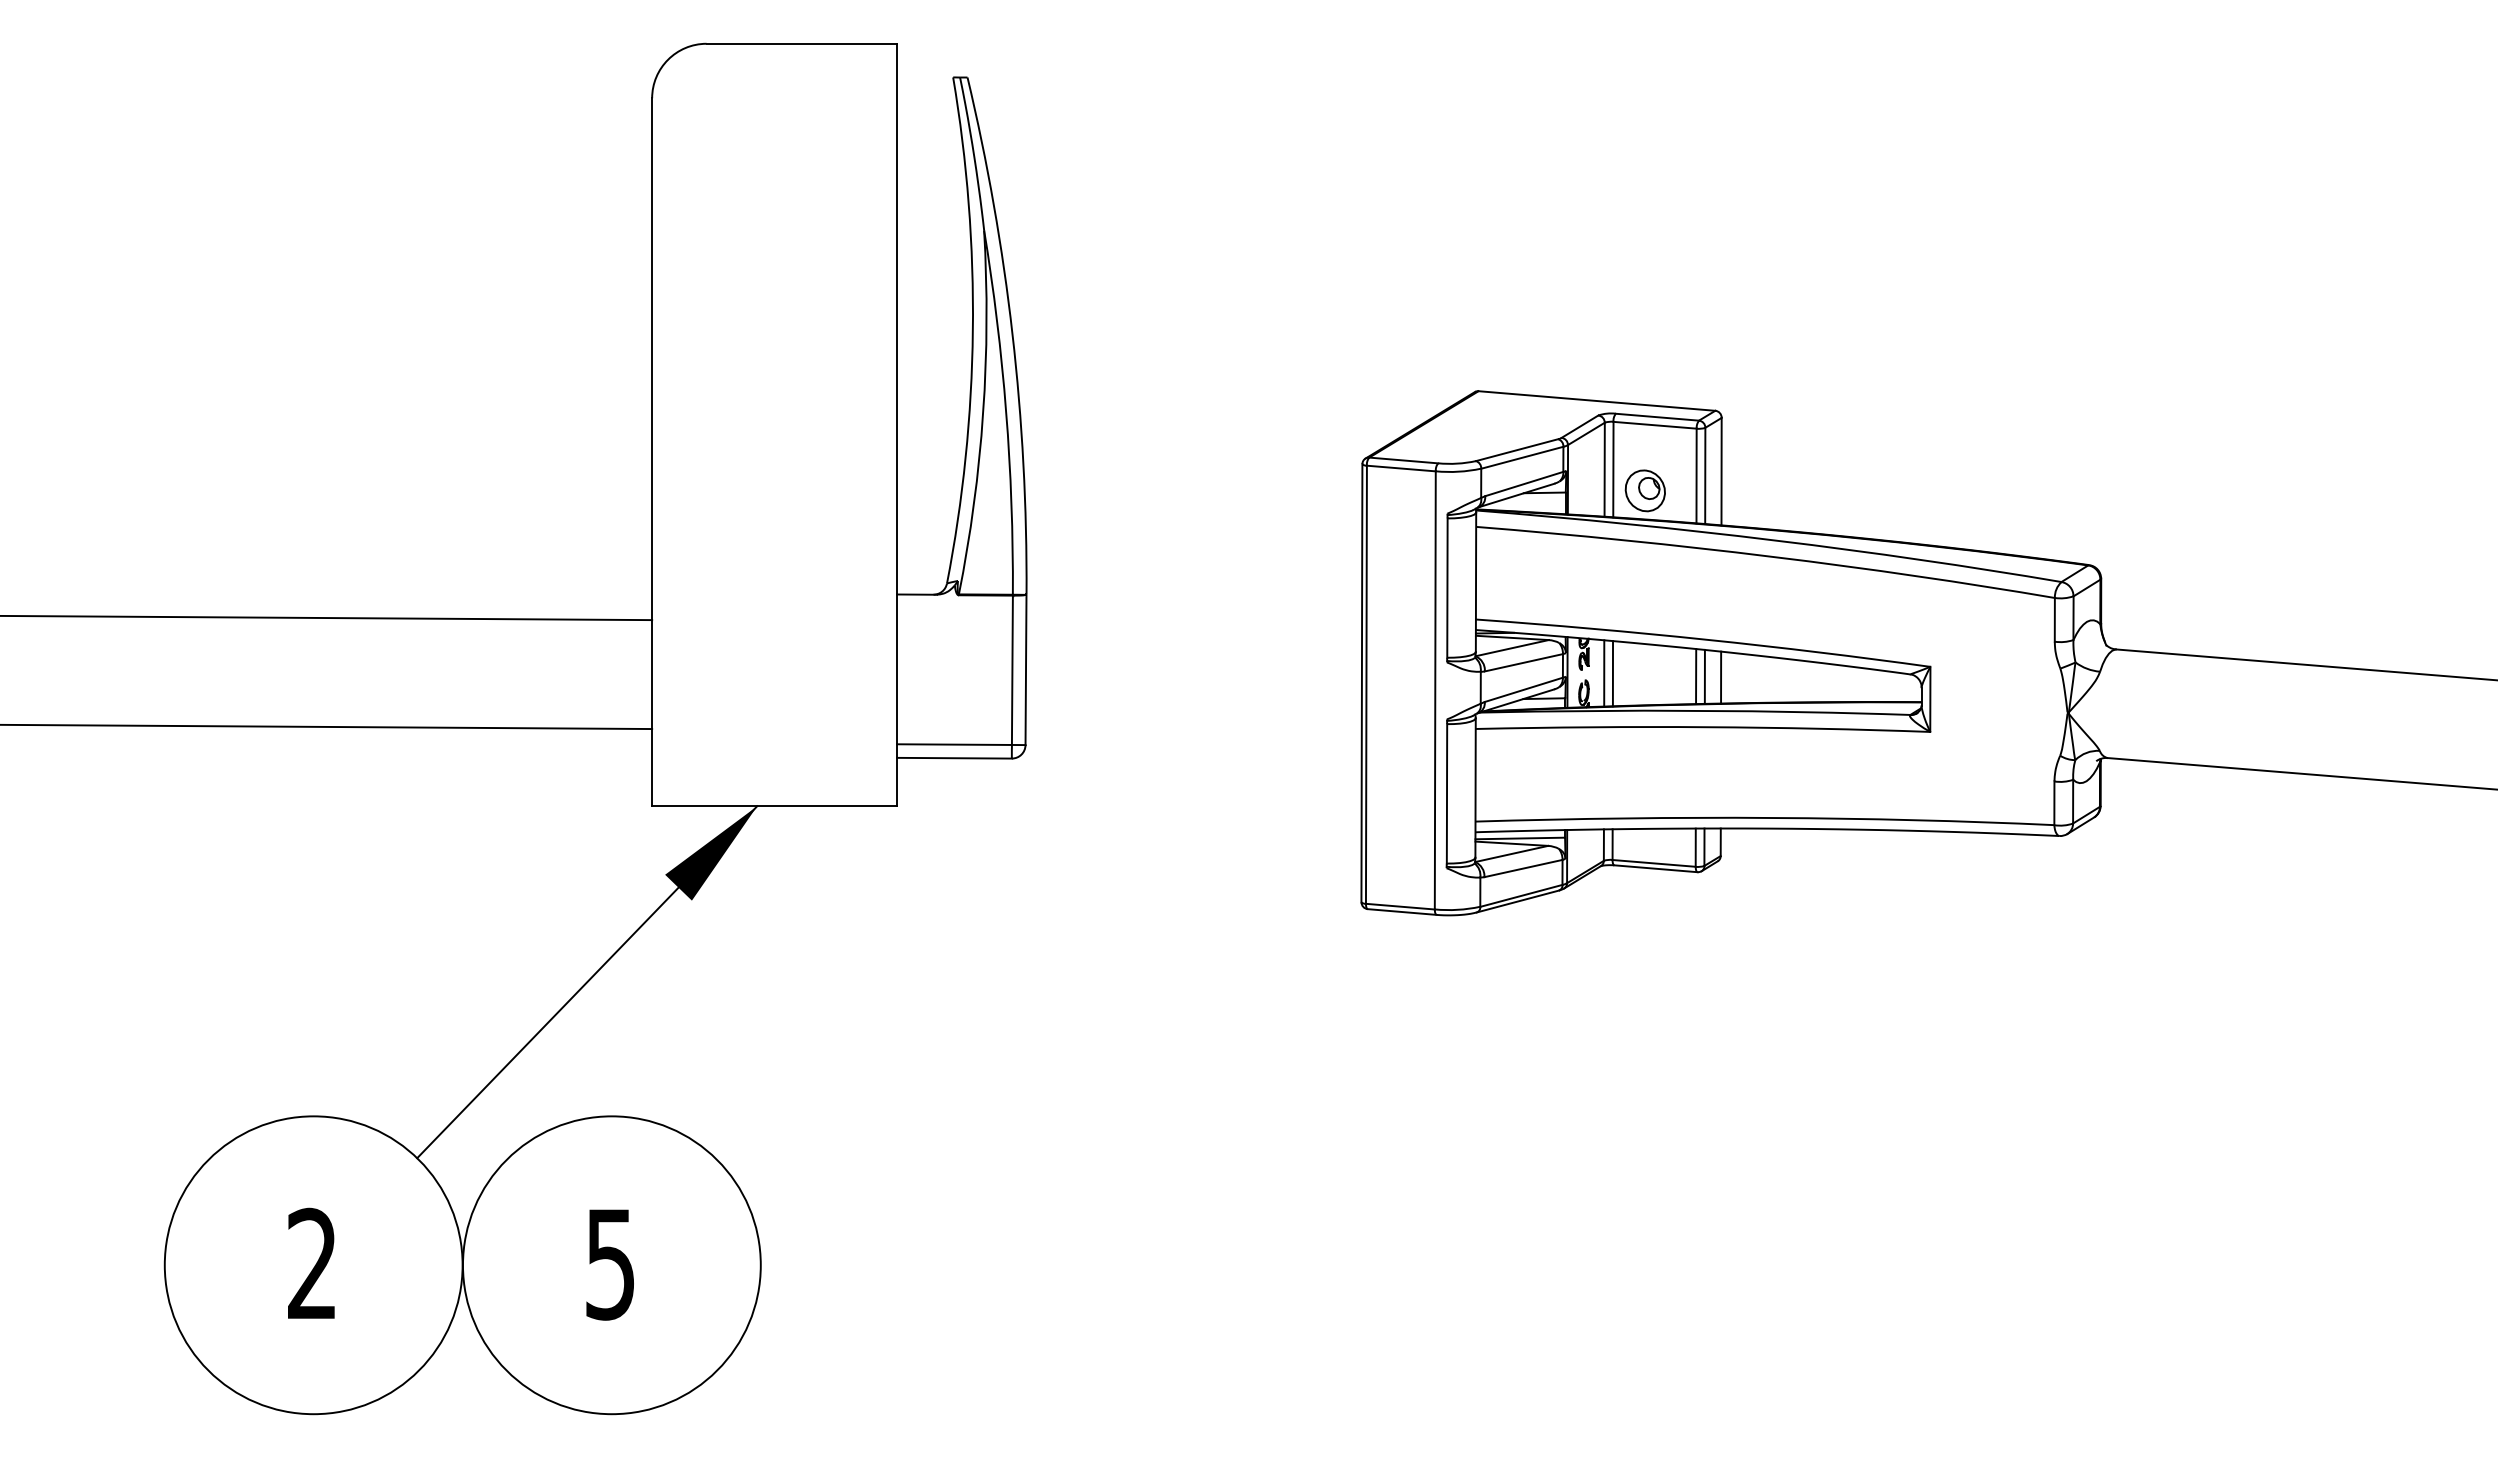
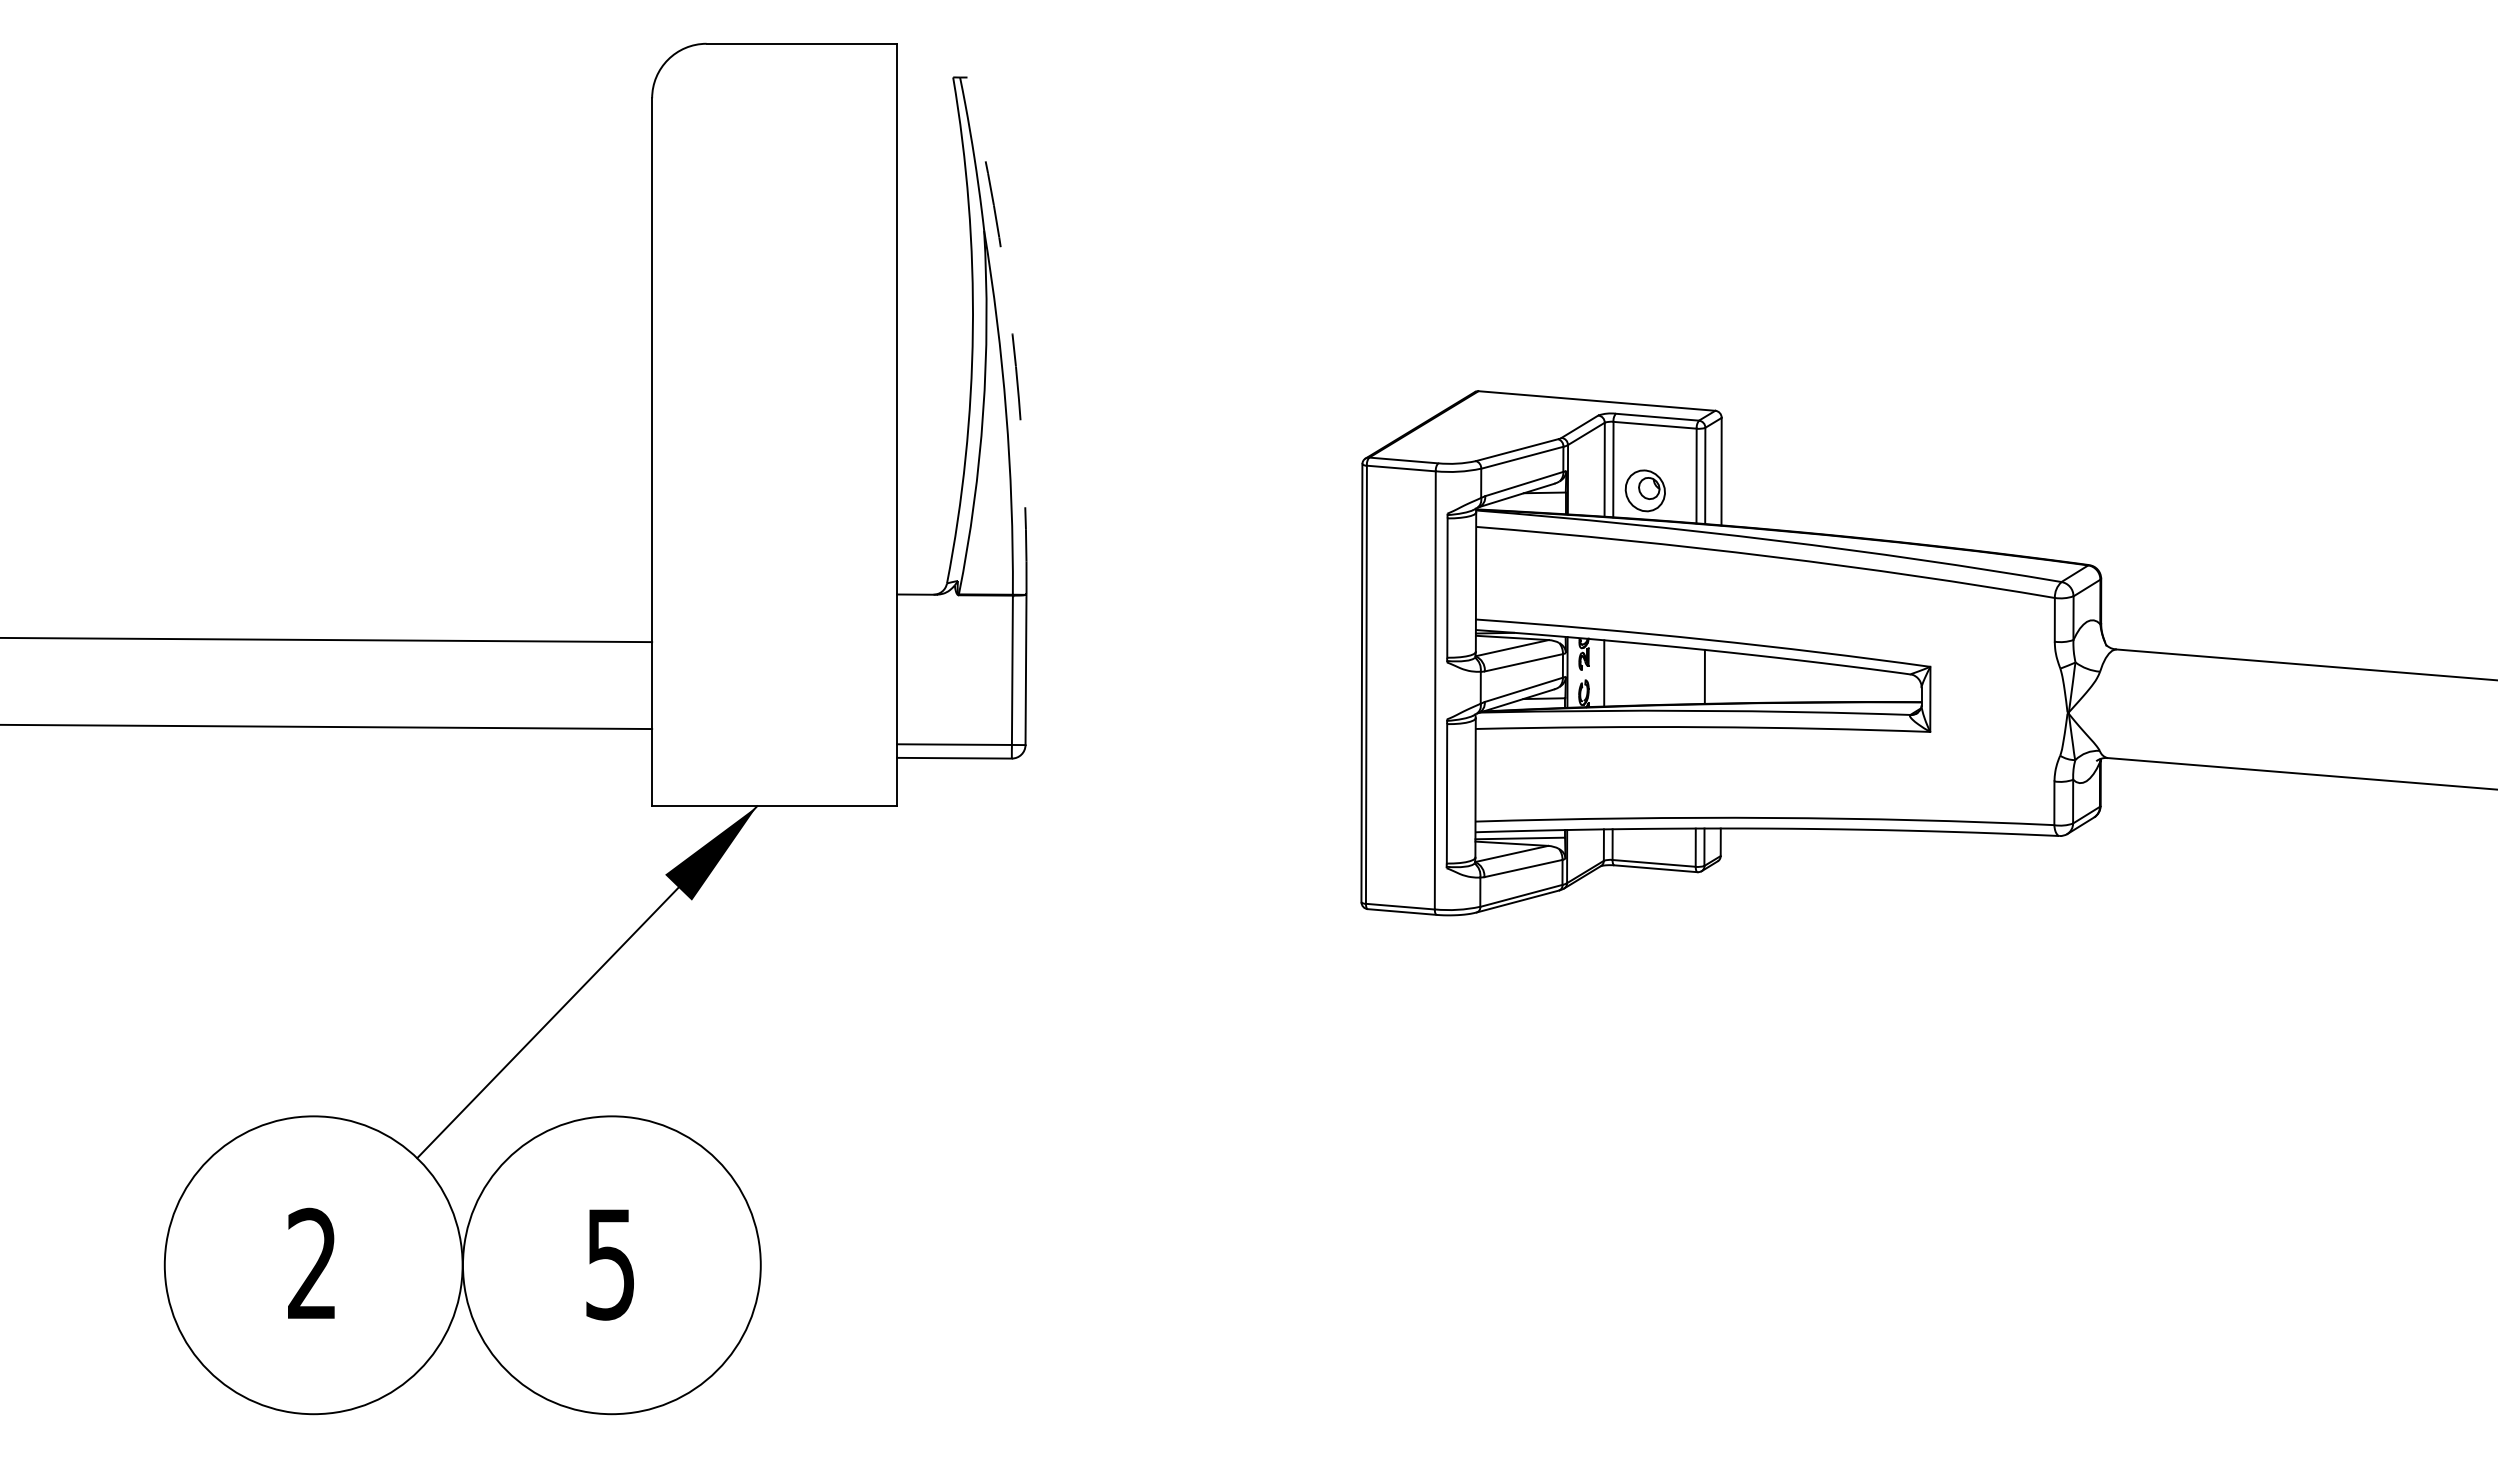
arc at (1012, 334): solid -> dashed
line at (327, 617) position: (327, 617) -> (327, 639)
line at (1612, 673): present -> none
line at (1696, 676): present -> none
line at (1721, 677): present -> none
